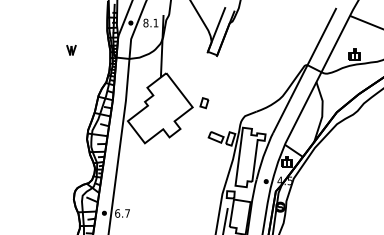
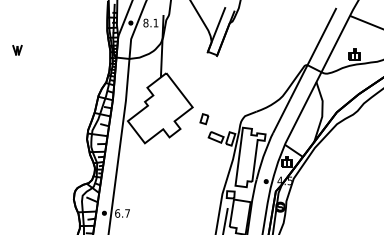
part at (71, 49) position: (71, 49) -> (17, 49)
part at (204, 103) position: (204, 103) -> (204, 119)
